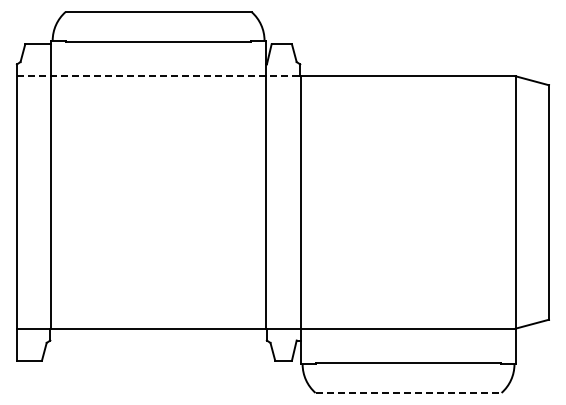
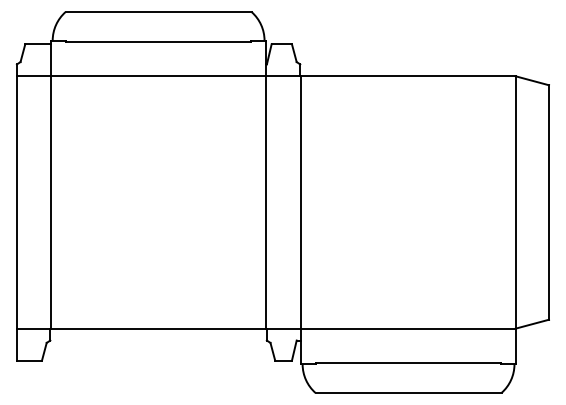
line at (158, 76): dashed -> solid
line at (409, 392): dashed -> solid
